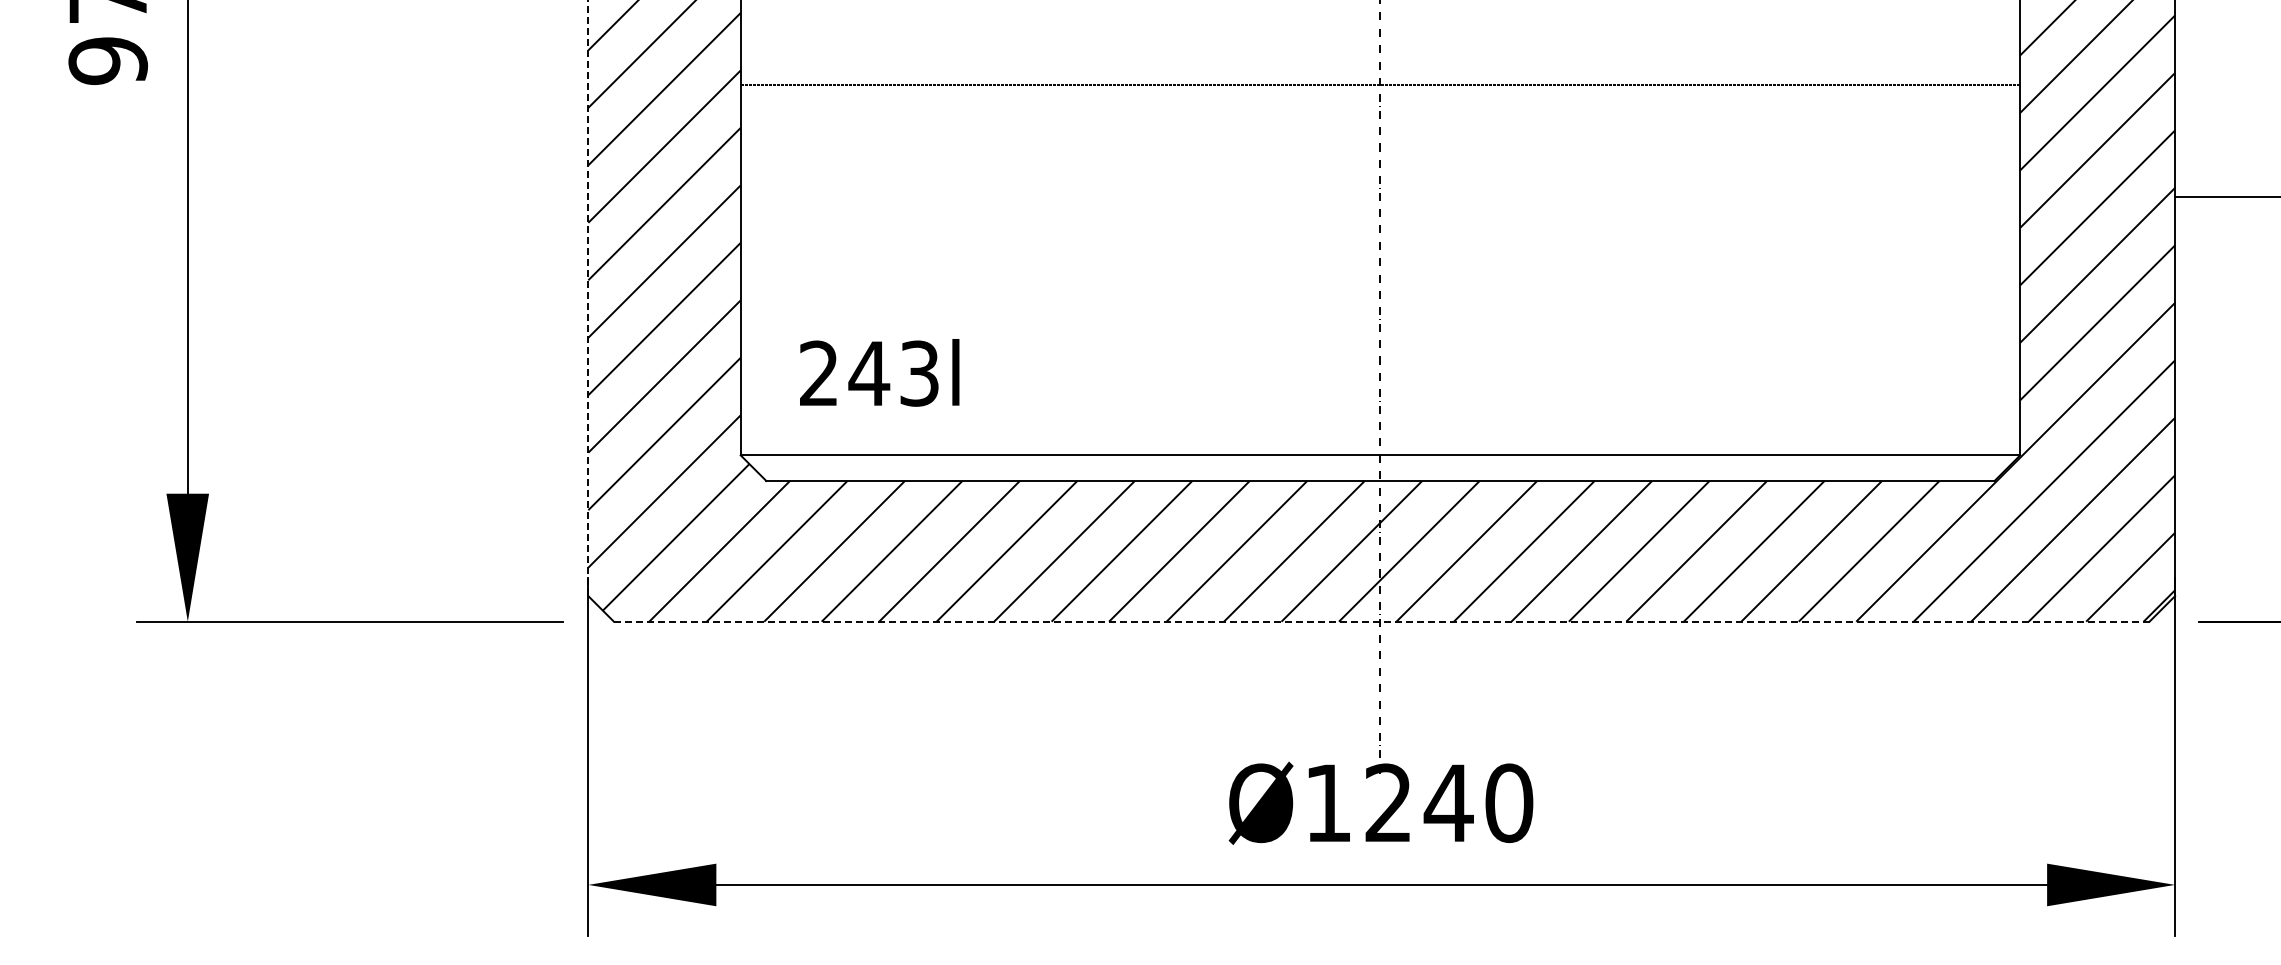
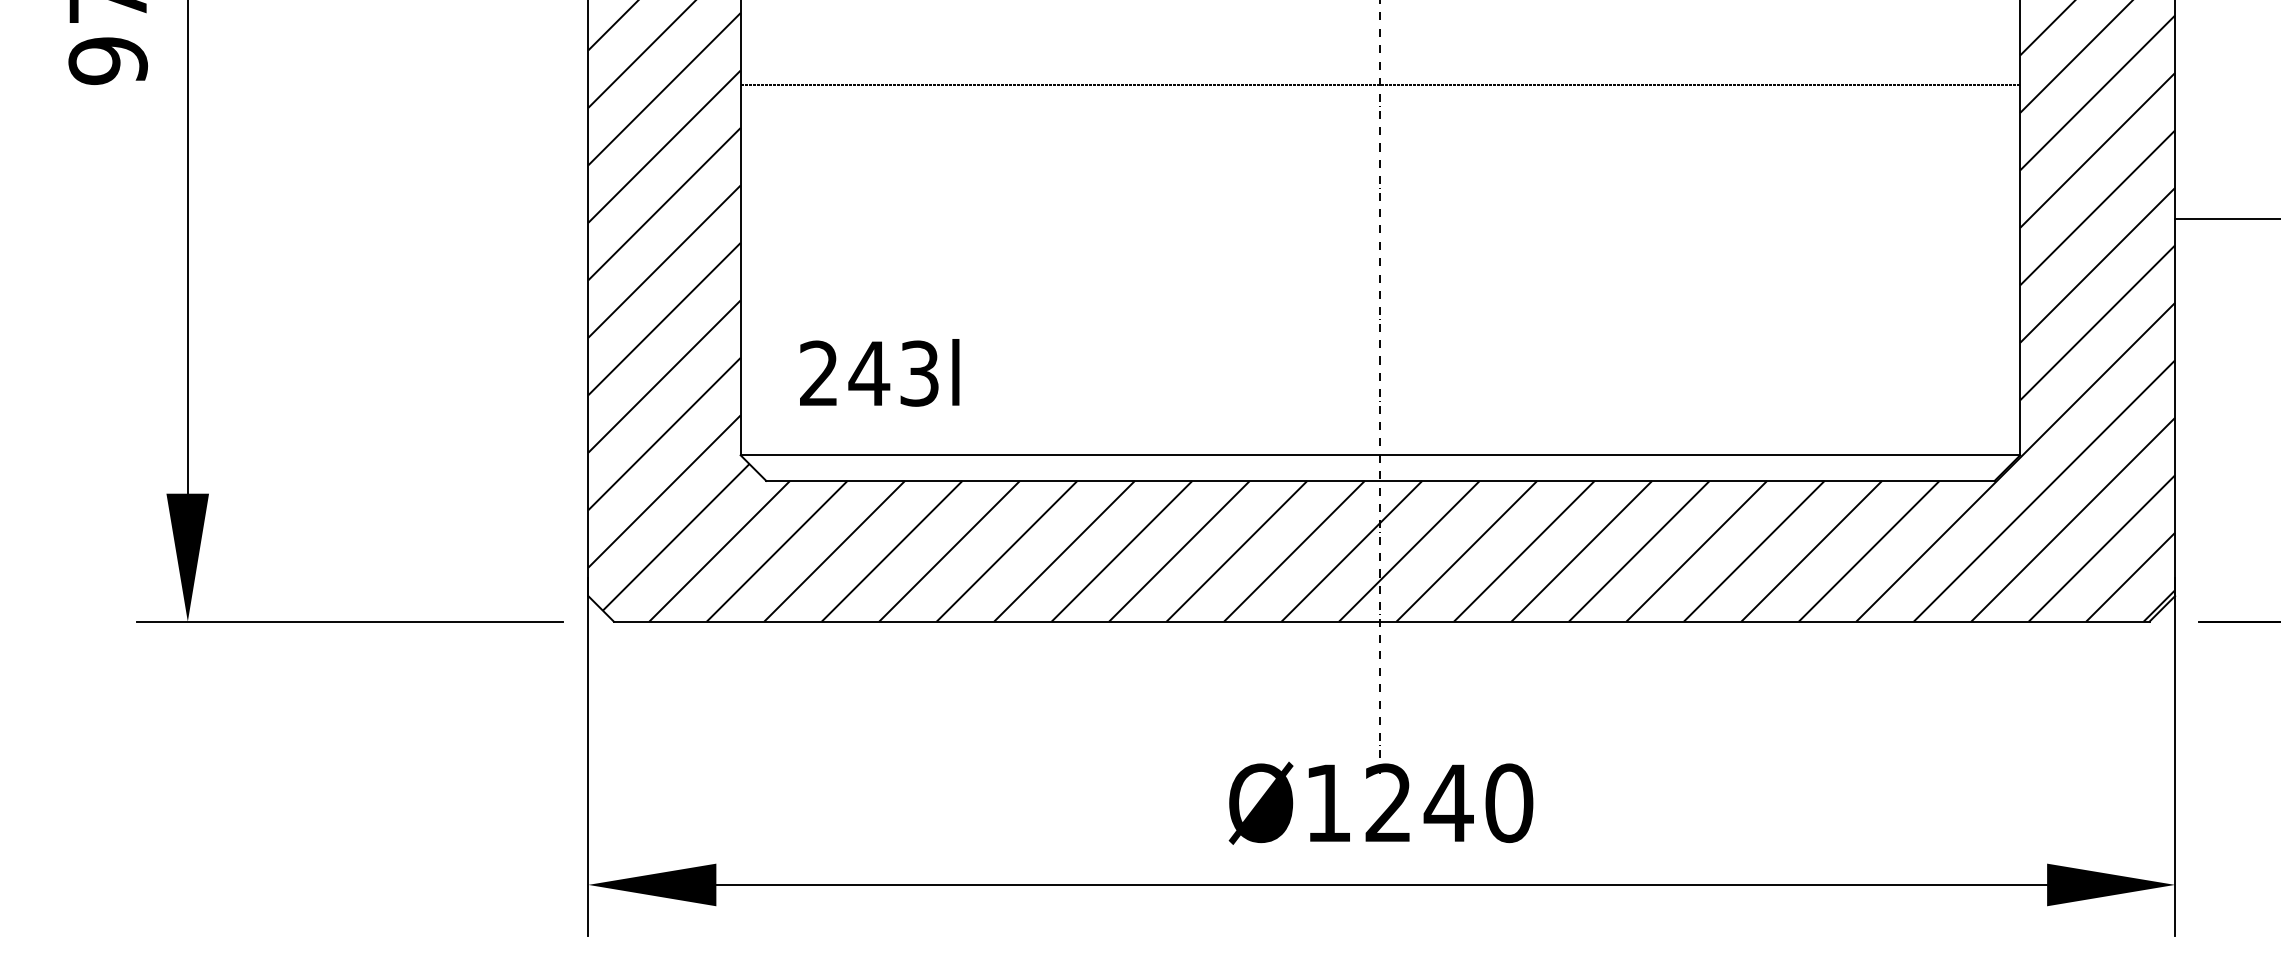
line at (2226, 197) position: (2226, 197) -> (2226, 219)
line at (588, 298): dashed -> solid
line at (1381, 621): dashed -> solid
